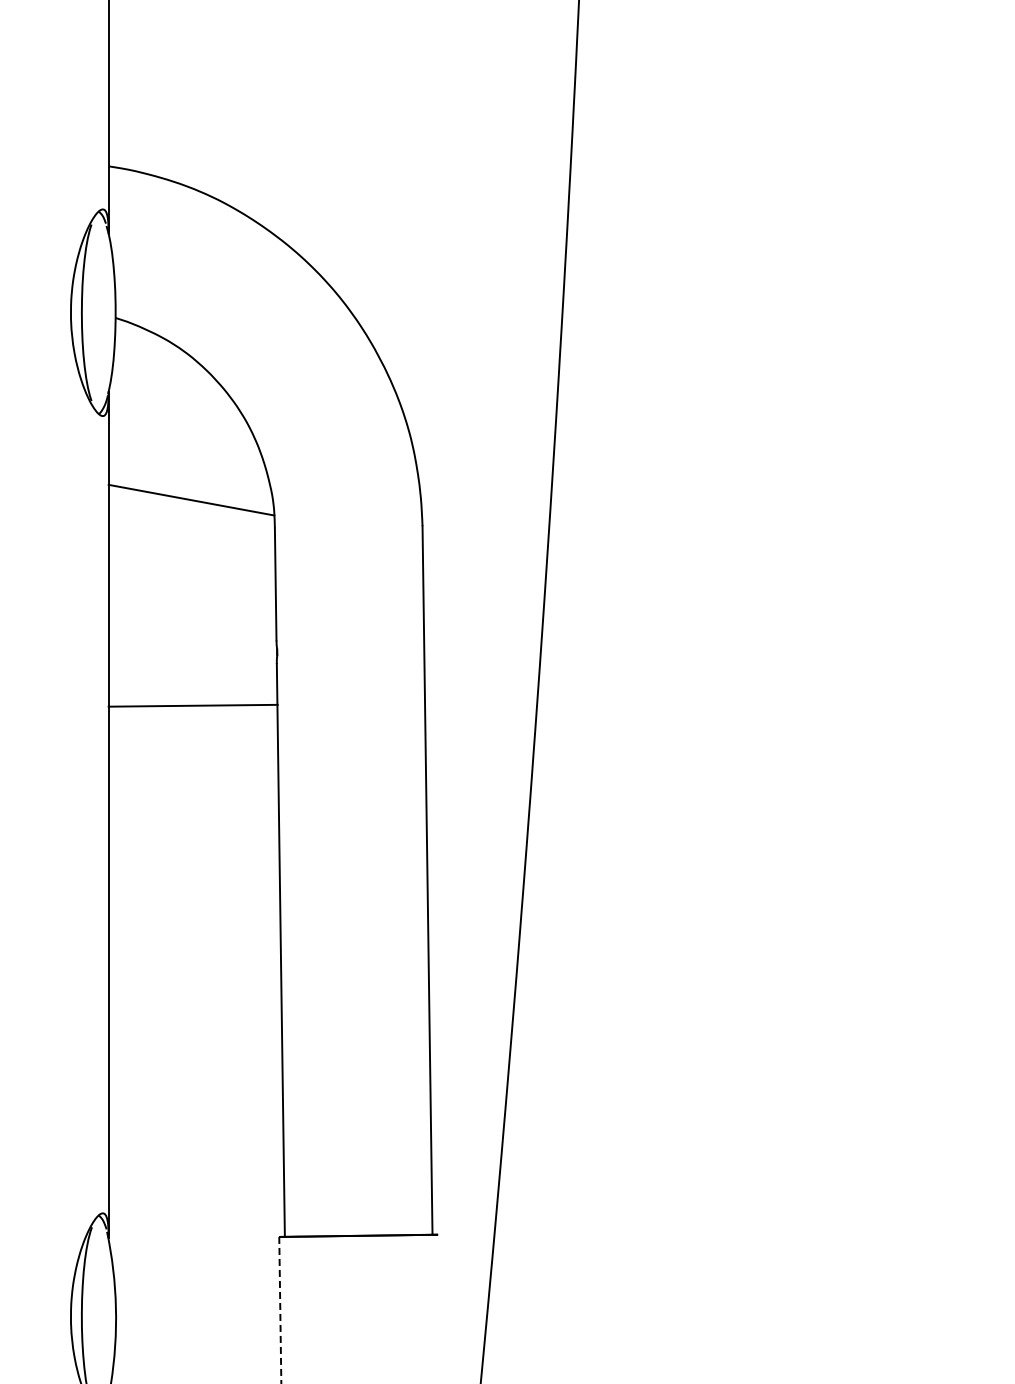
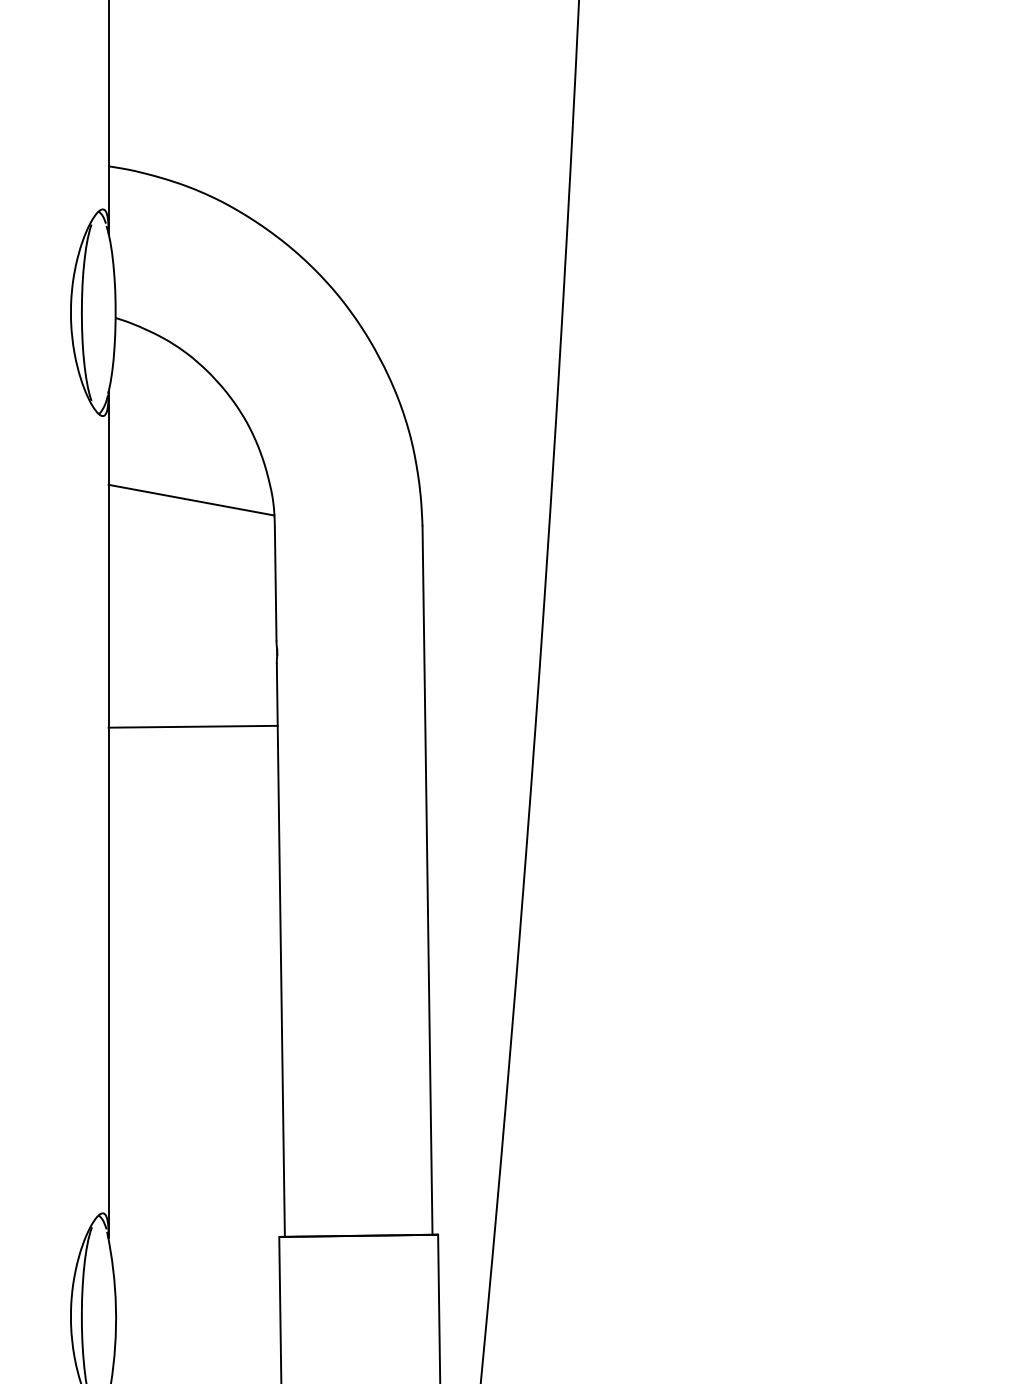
line at (192, 705) position: (192, 705) -> (192, 726)
line at (439, 1307): none -> present
line at (280, 1310): dashed -> solid
